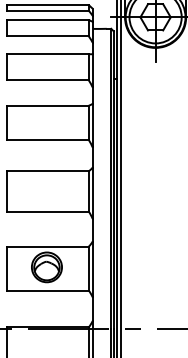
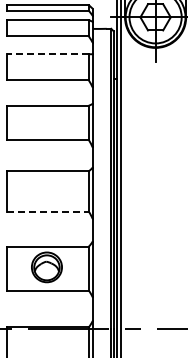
line at (47, 54): solid -> dashed
line at (47, 211): solid -> dashed
